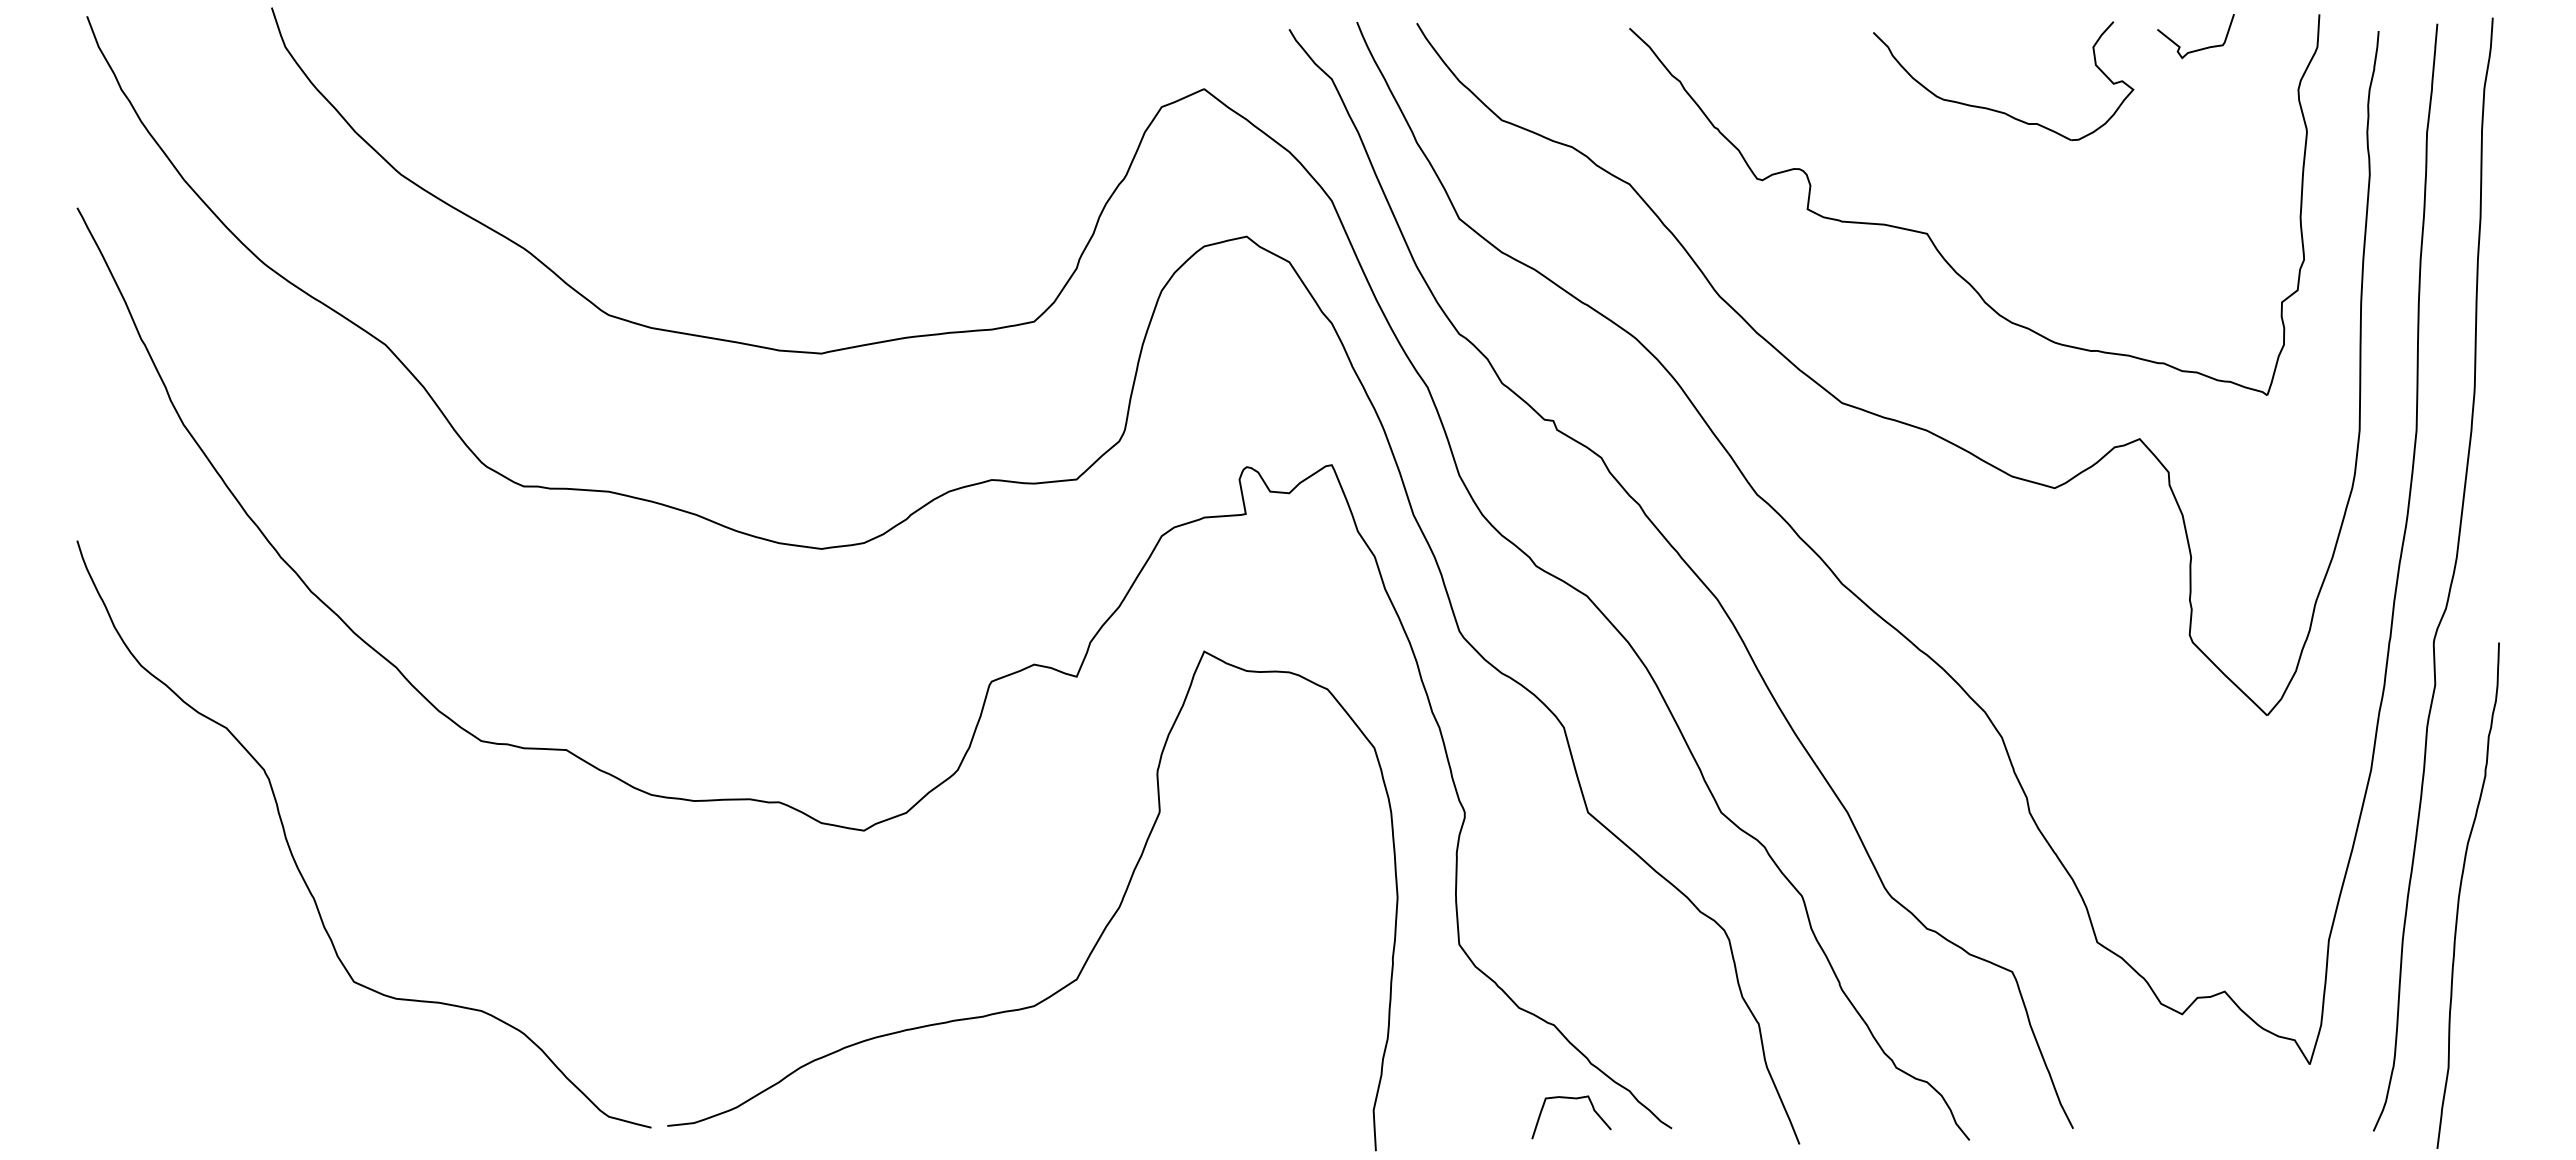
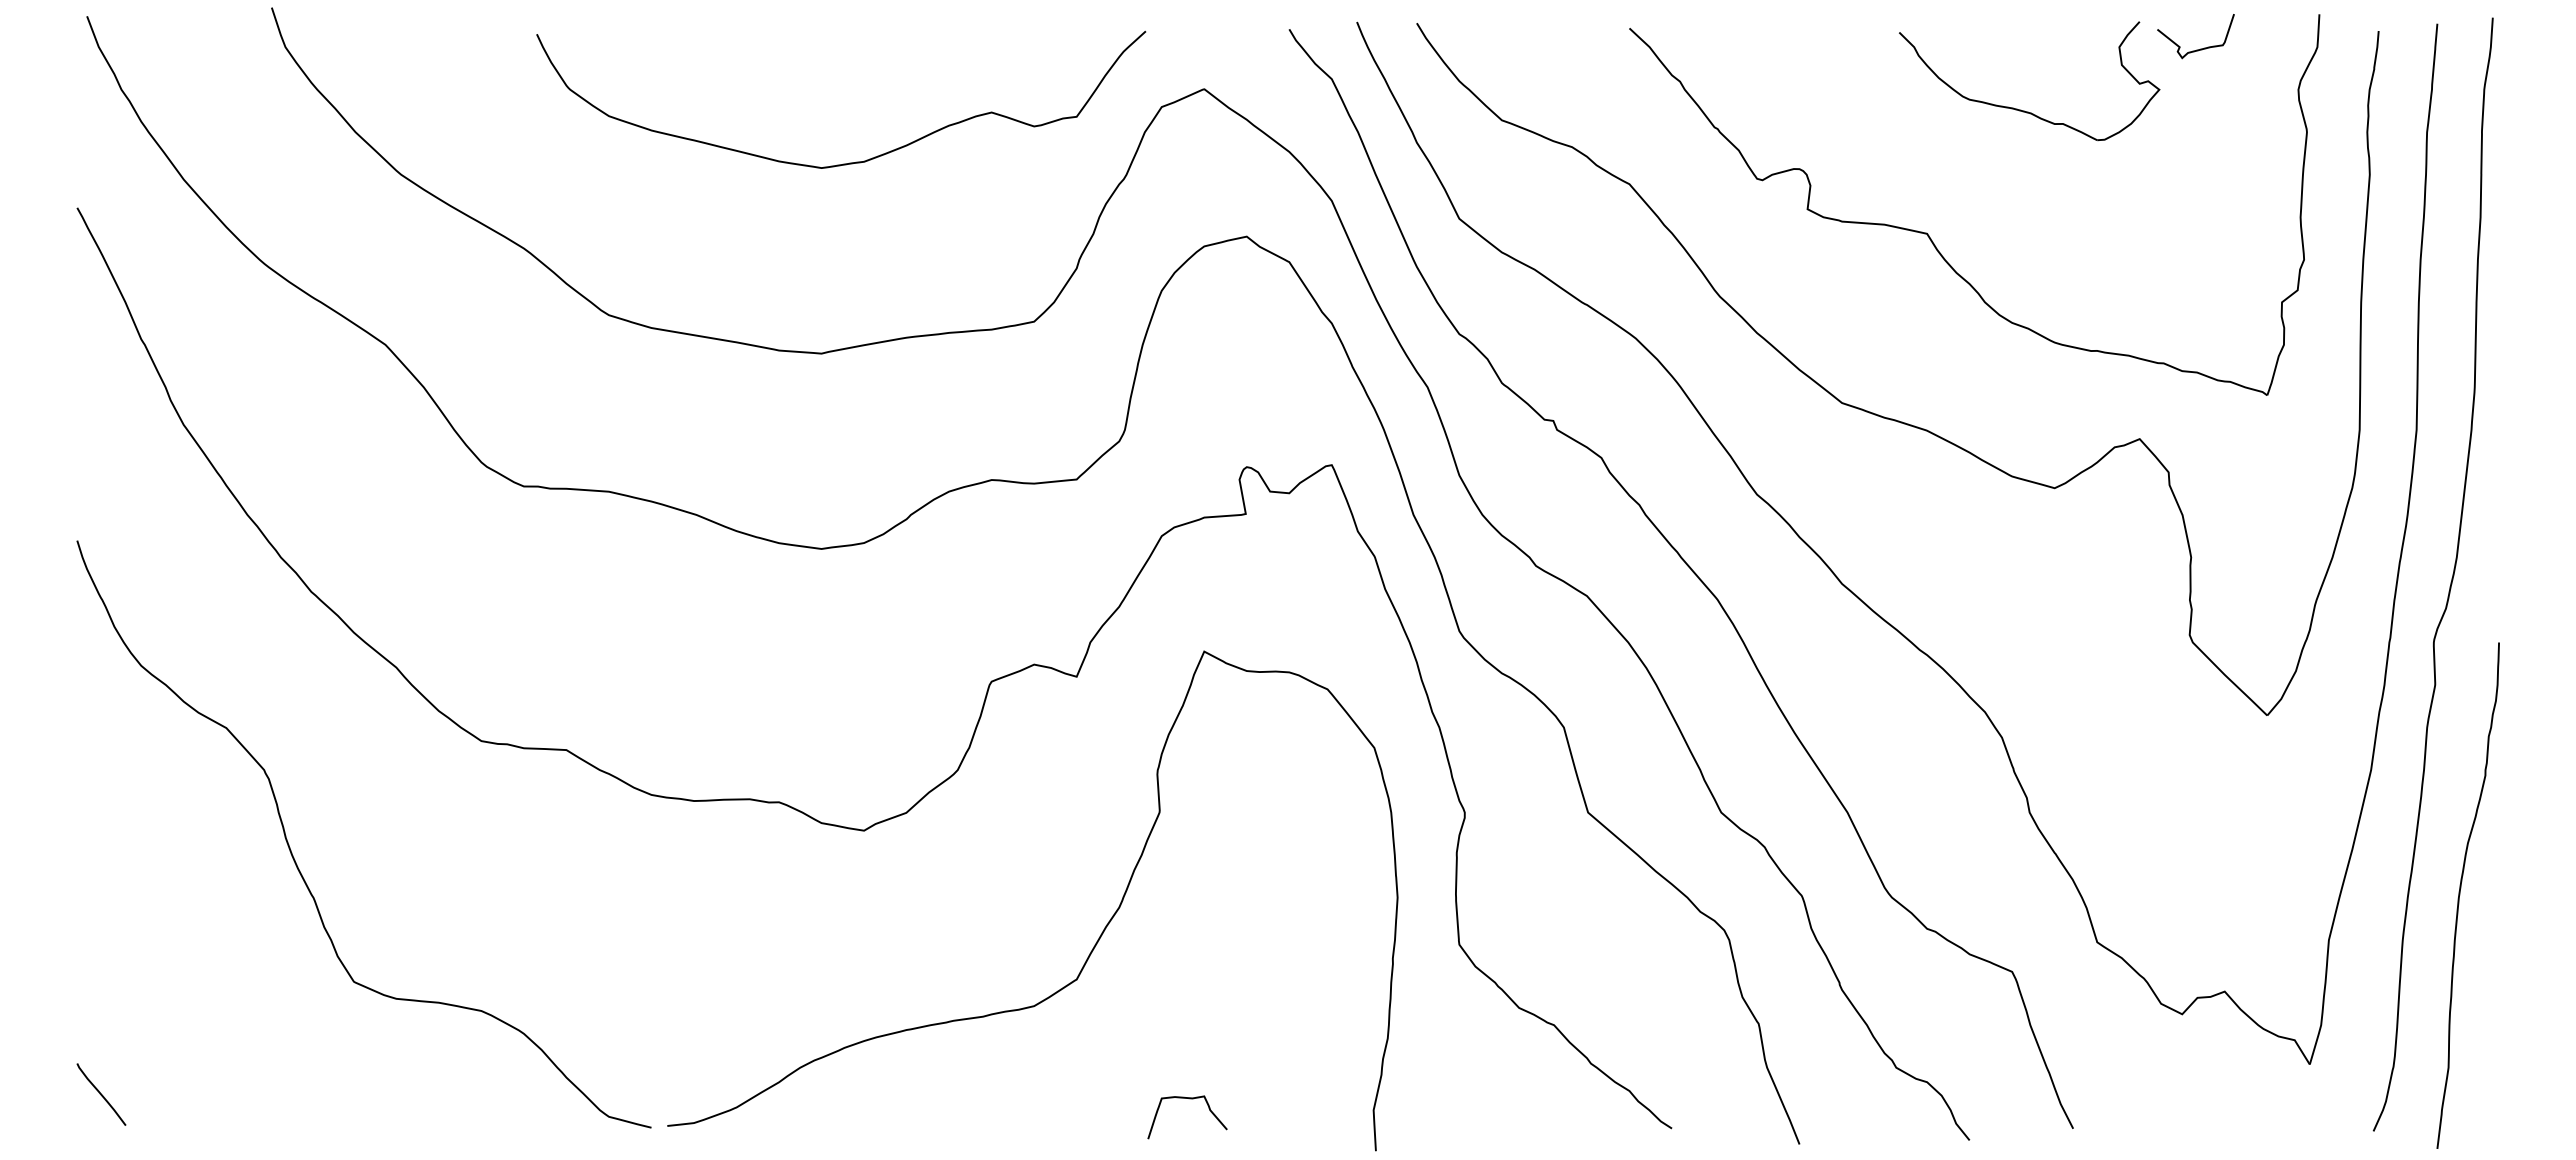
part at (1995, 109) position: (1995, 109) -> (2021, 109)
curve at (849, 162): none -> present
curve at (101, 1094): none -> present
curve at (1573, 1099) position: (1573, 1099) -> (1189, 1099)
